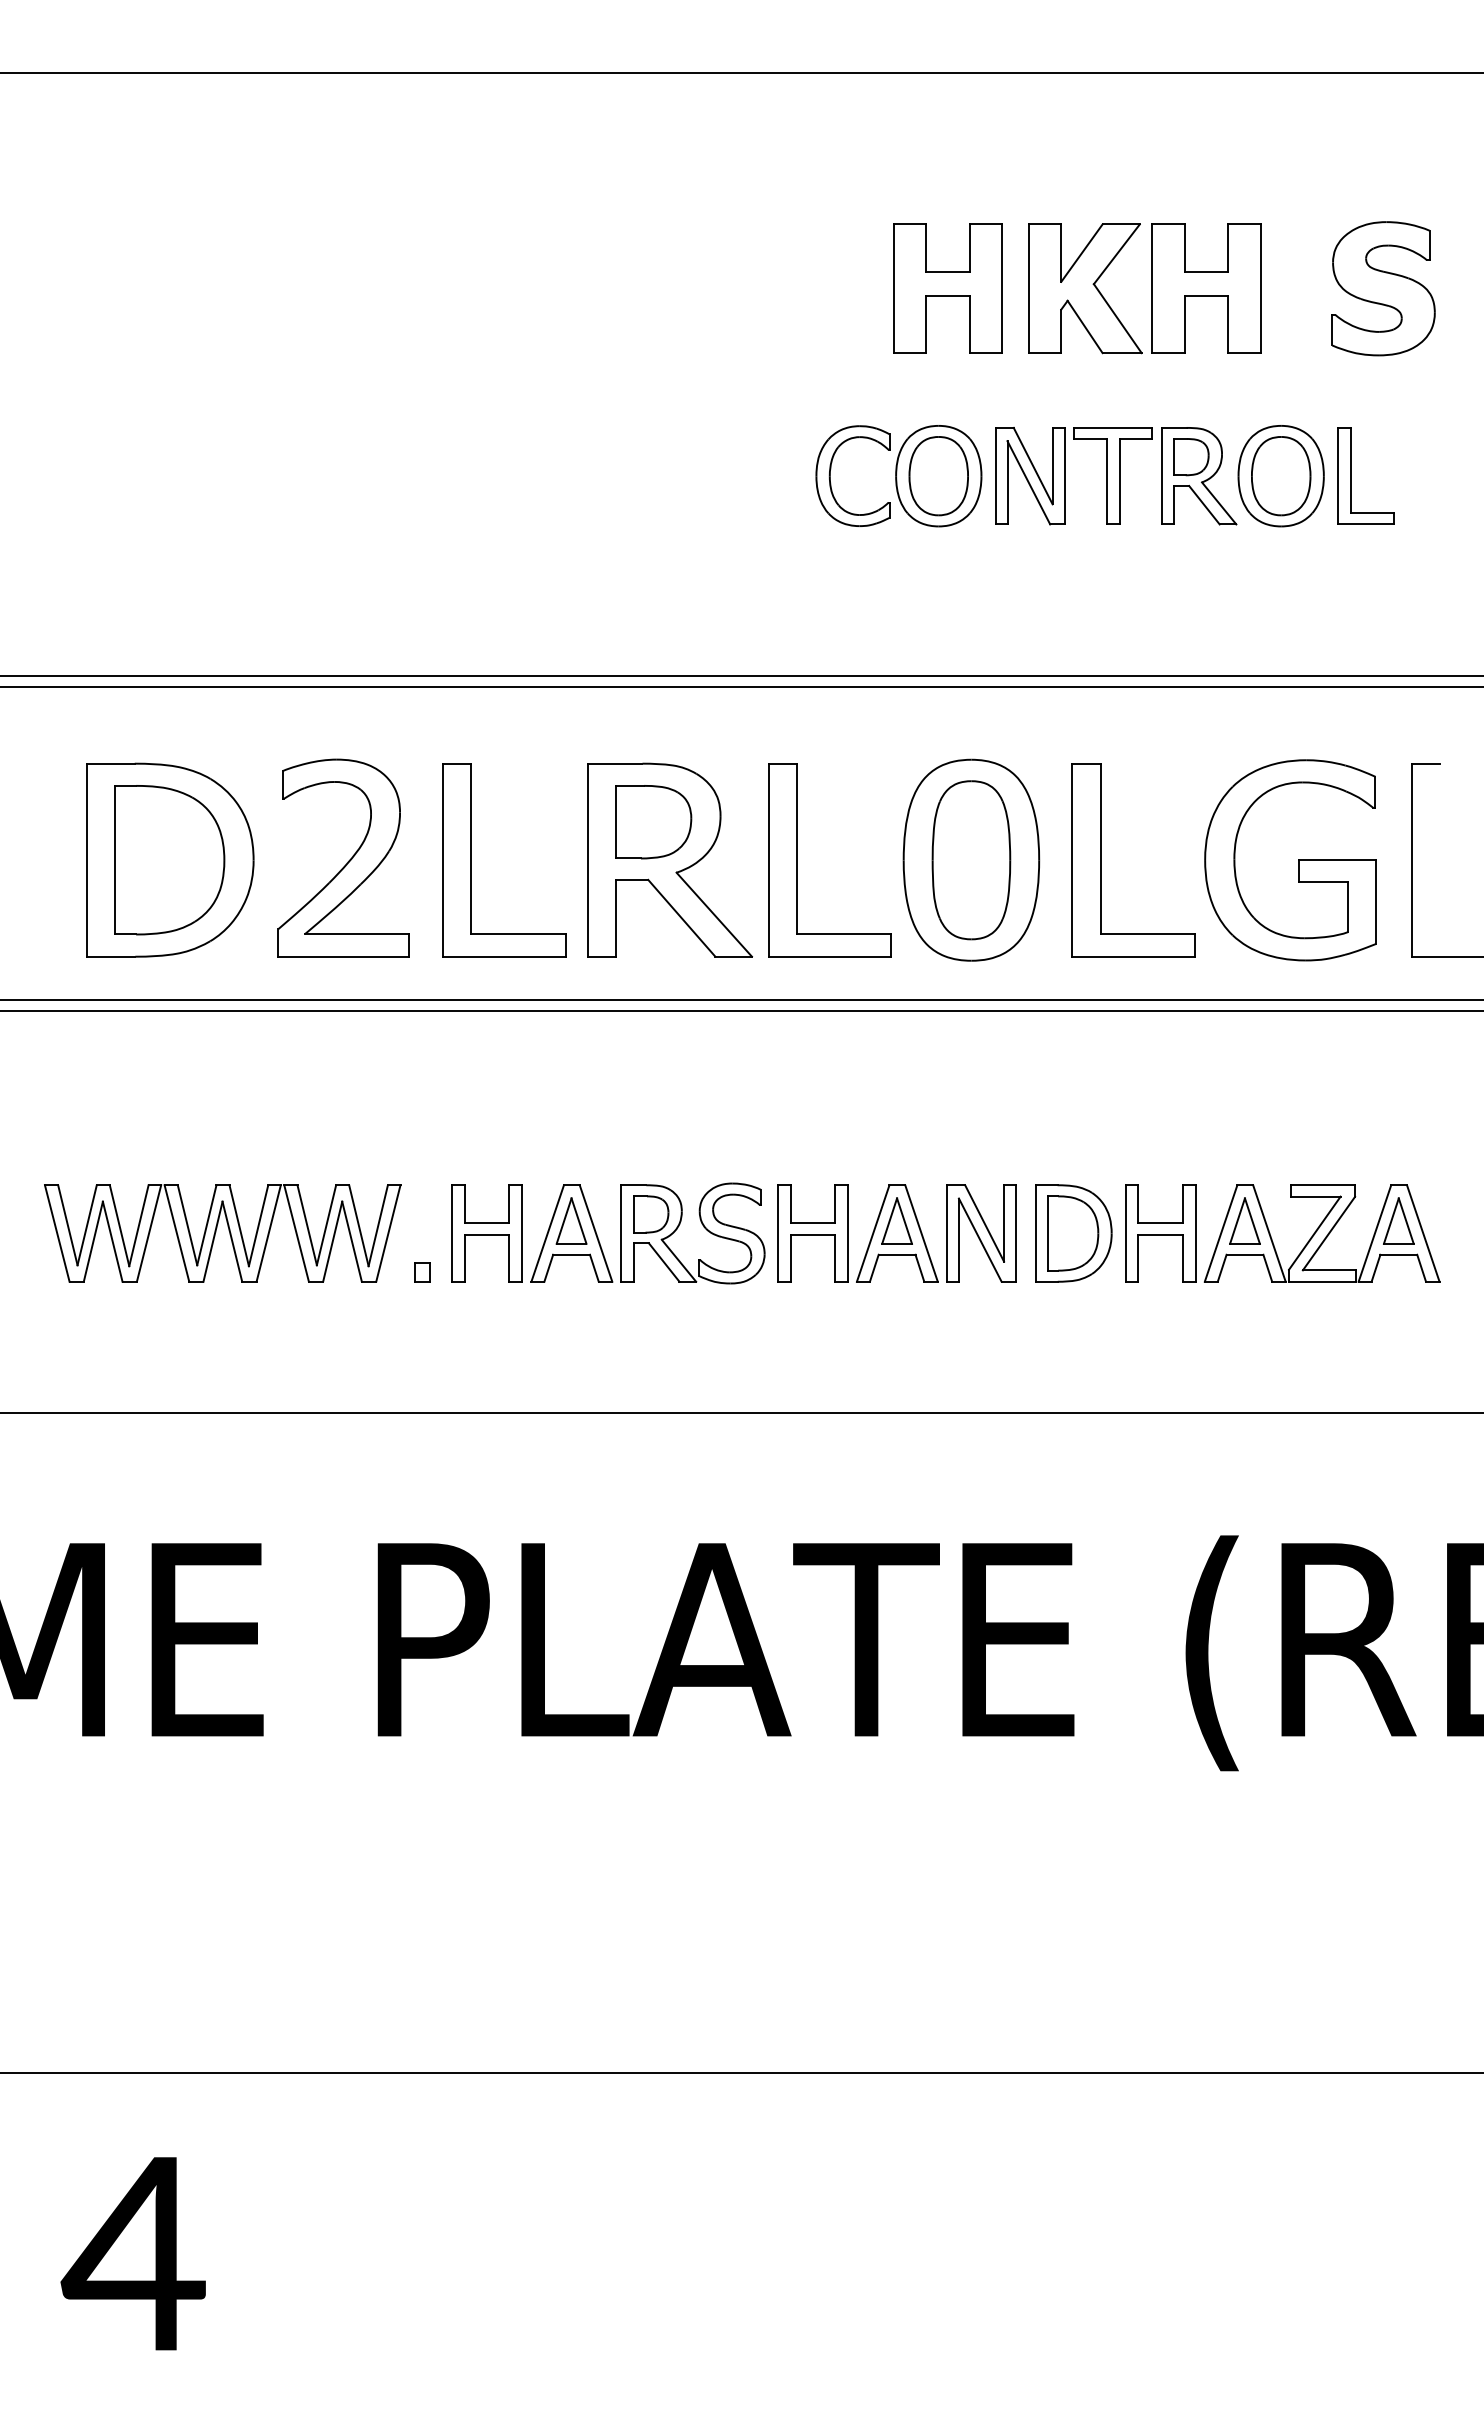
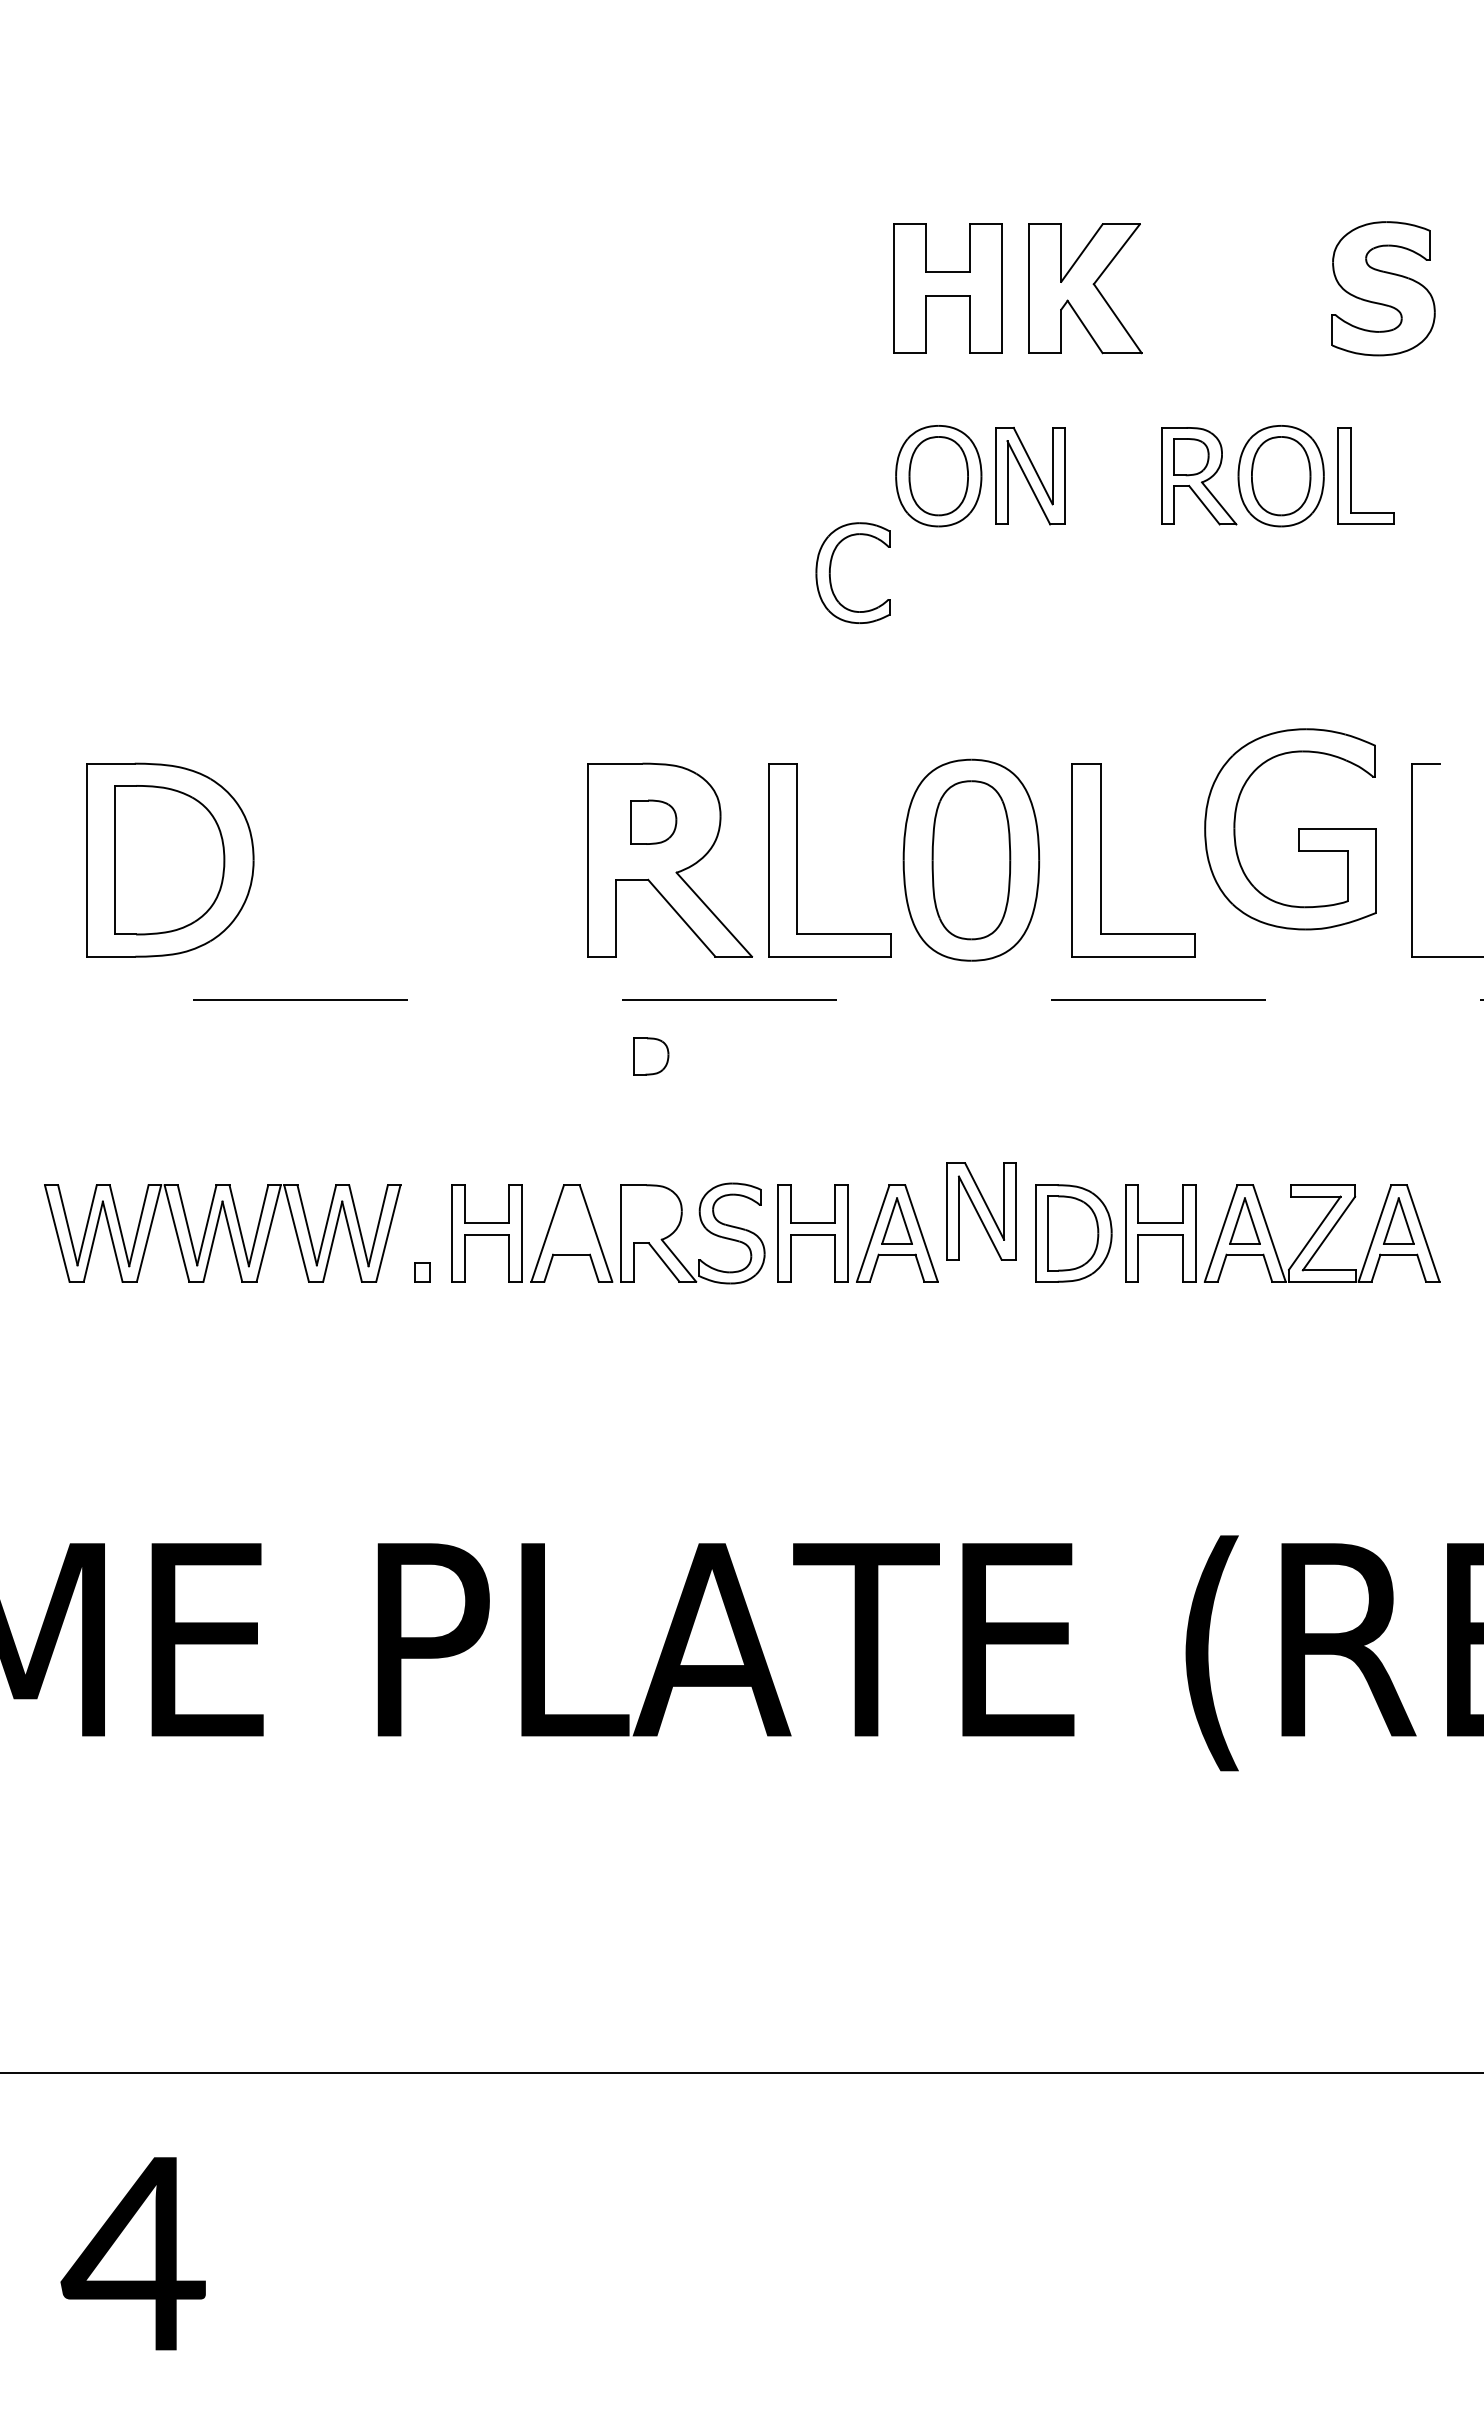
line at (741, 72): present -> none
part at (1206, 288): present -> none
part at (831, 469) position: (831, 469) -> (831, 566)
part at (1112, 475): present -> none
line at (741, 675): present -> none
line at (741, 687): present -> none
part at (653, 822) size: 78x75 px -> 48x46 px
part at (343, 857): present -> none
part at (471, 860): present -> none
part at (1298, 860) position: (1298, 860) -> (1298, 829)
line at (741, 999): solid -> dashed
line at (741, 1011): present -> none
part at (651, 1214) position: (651, 1214) -> (651, 1056)
part at (571, 1220): present -> none
part at (981, 1233) position: (981, 1233) -> (981, 1211)
line at (741, 1413): present -> none
